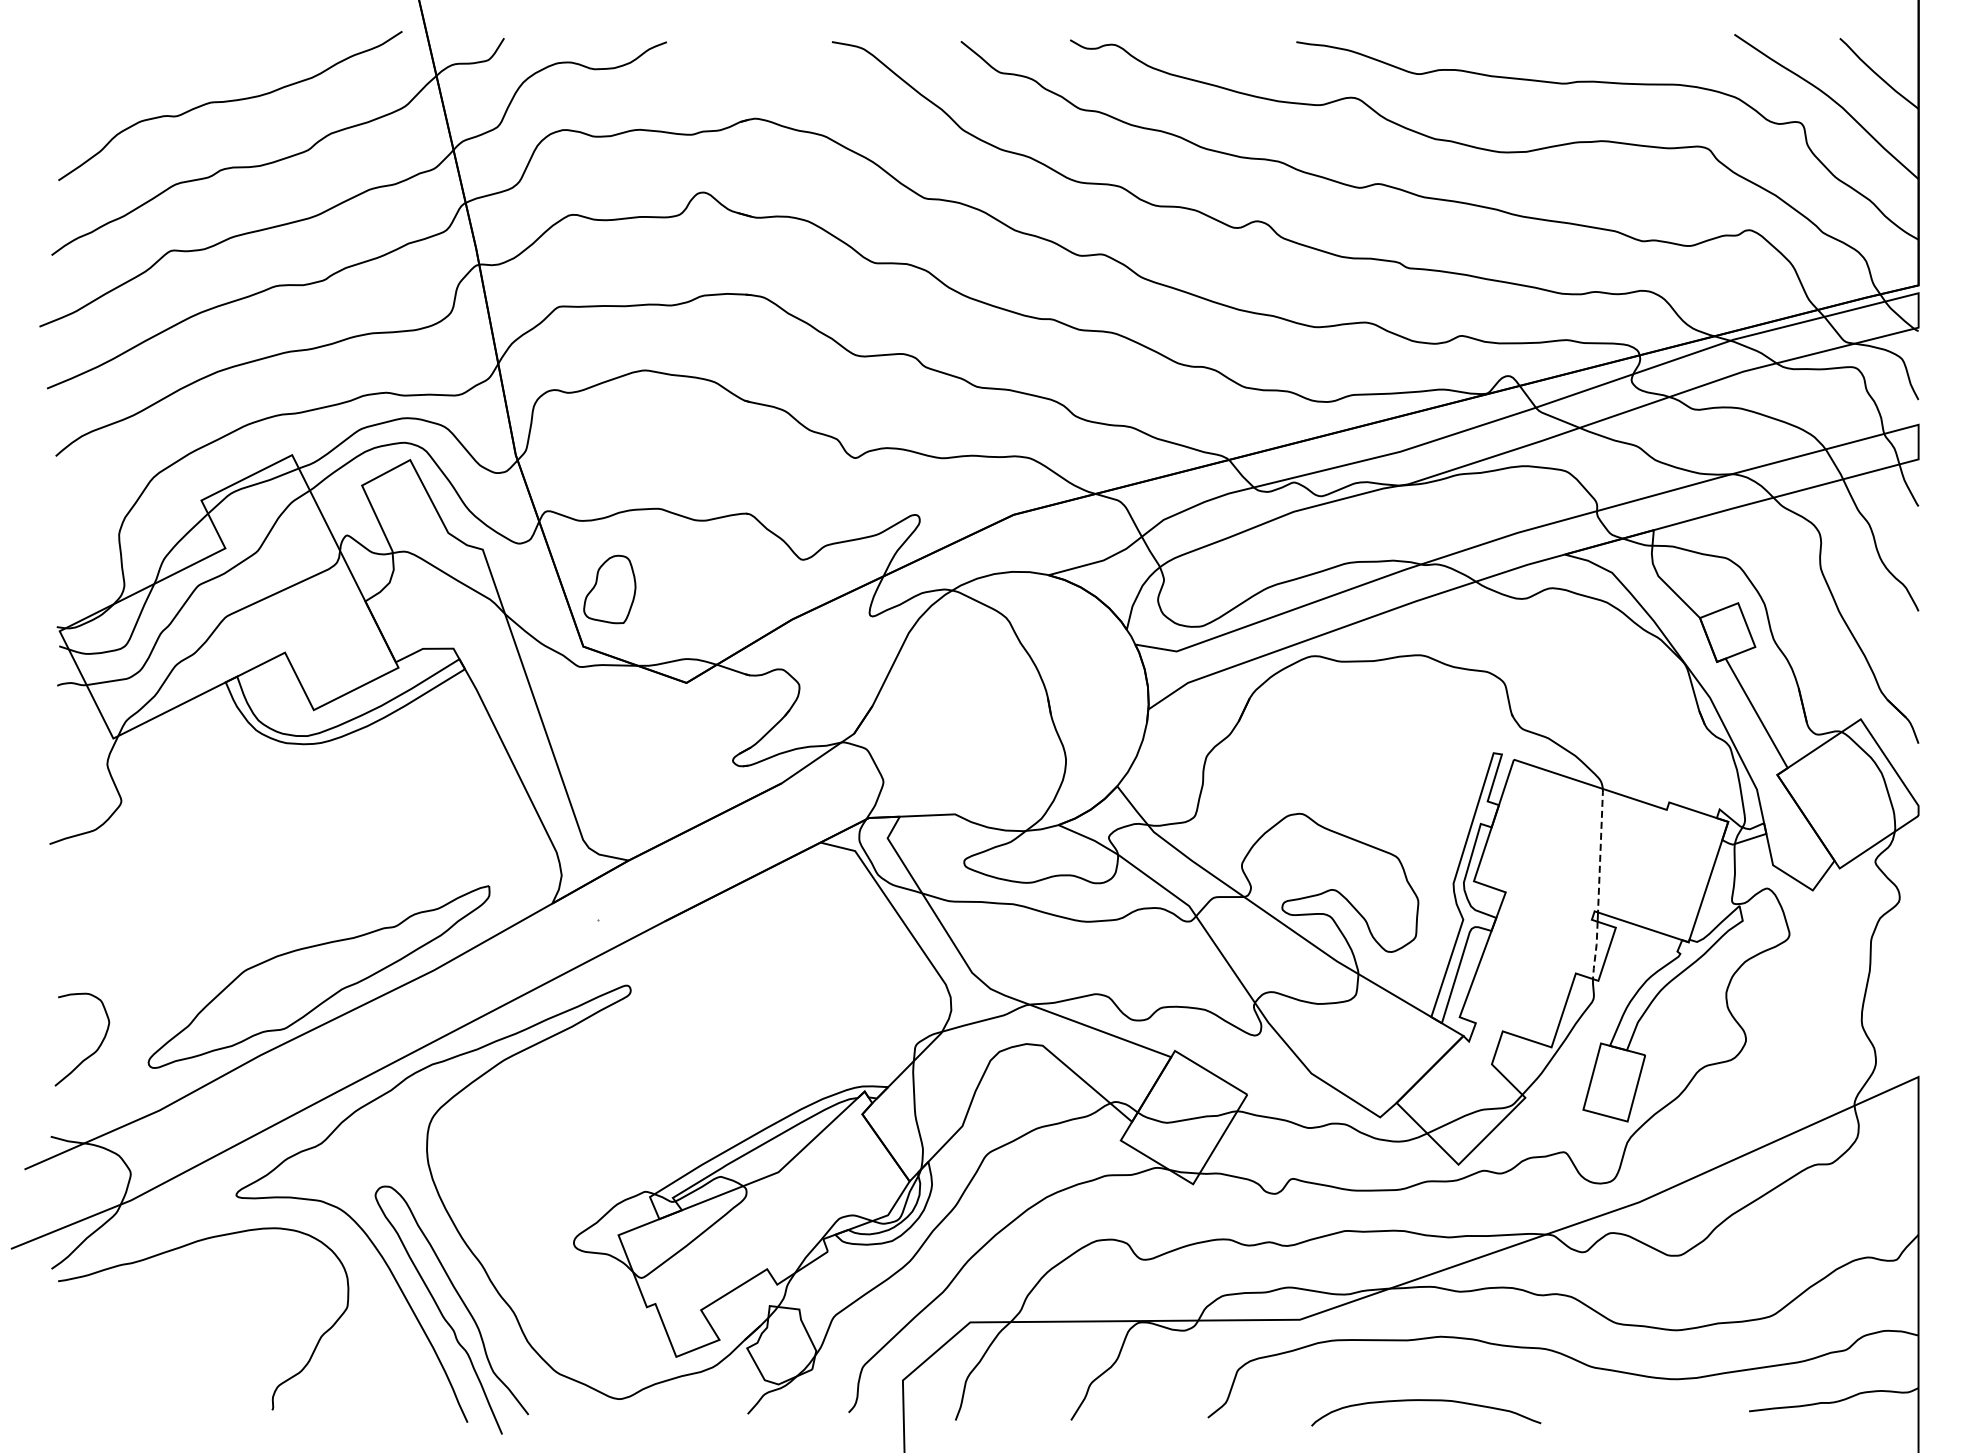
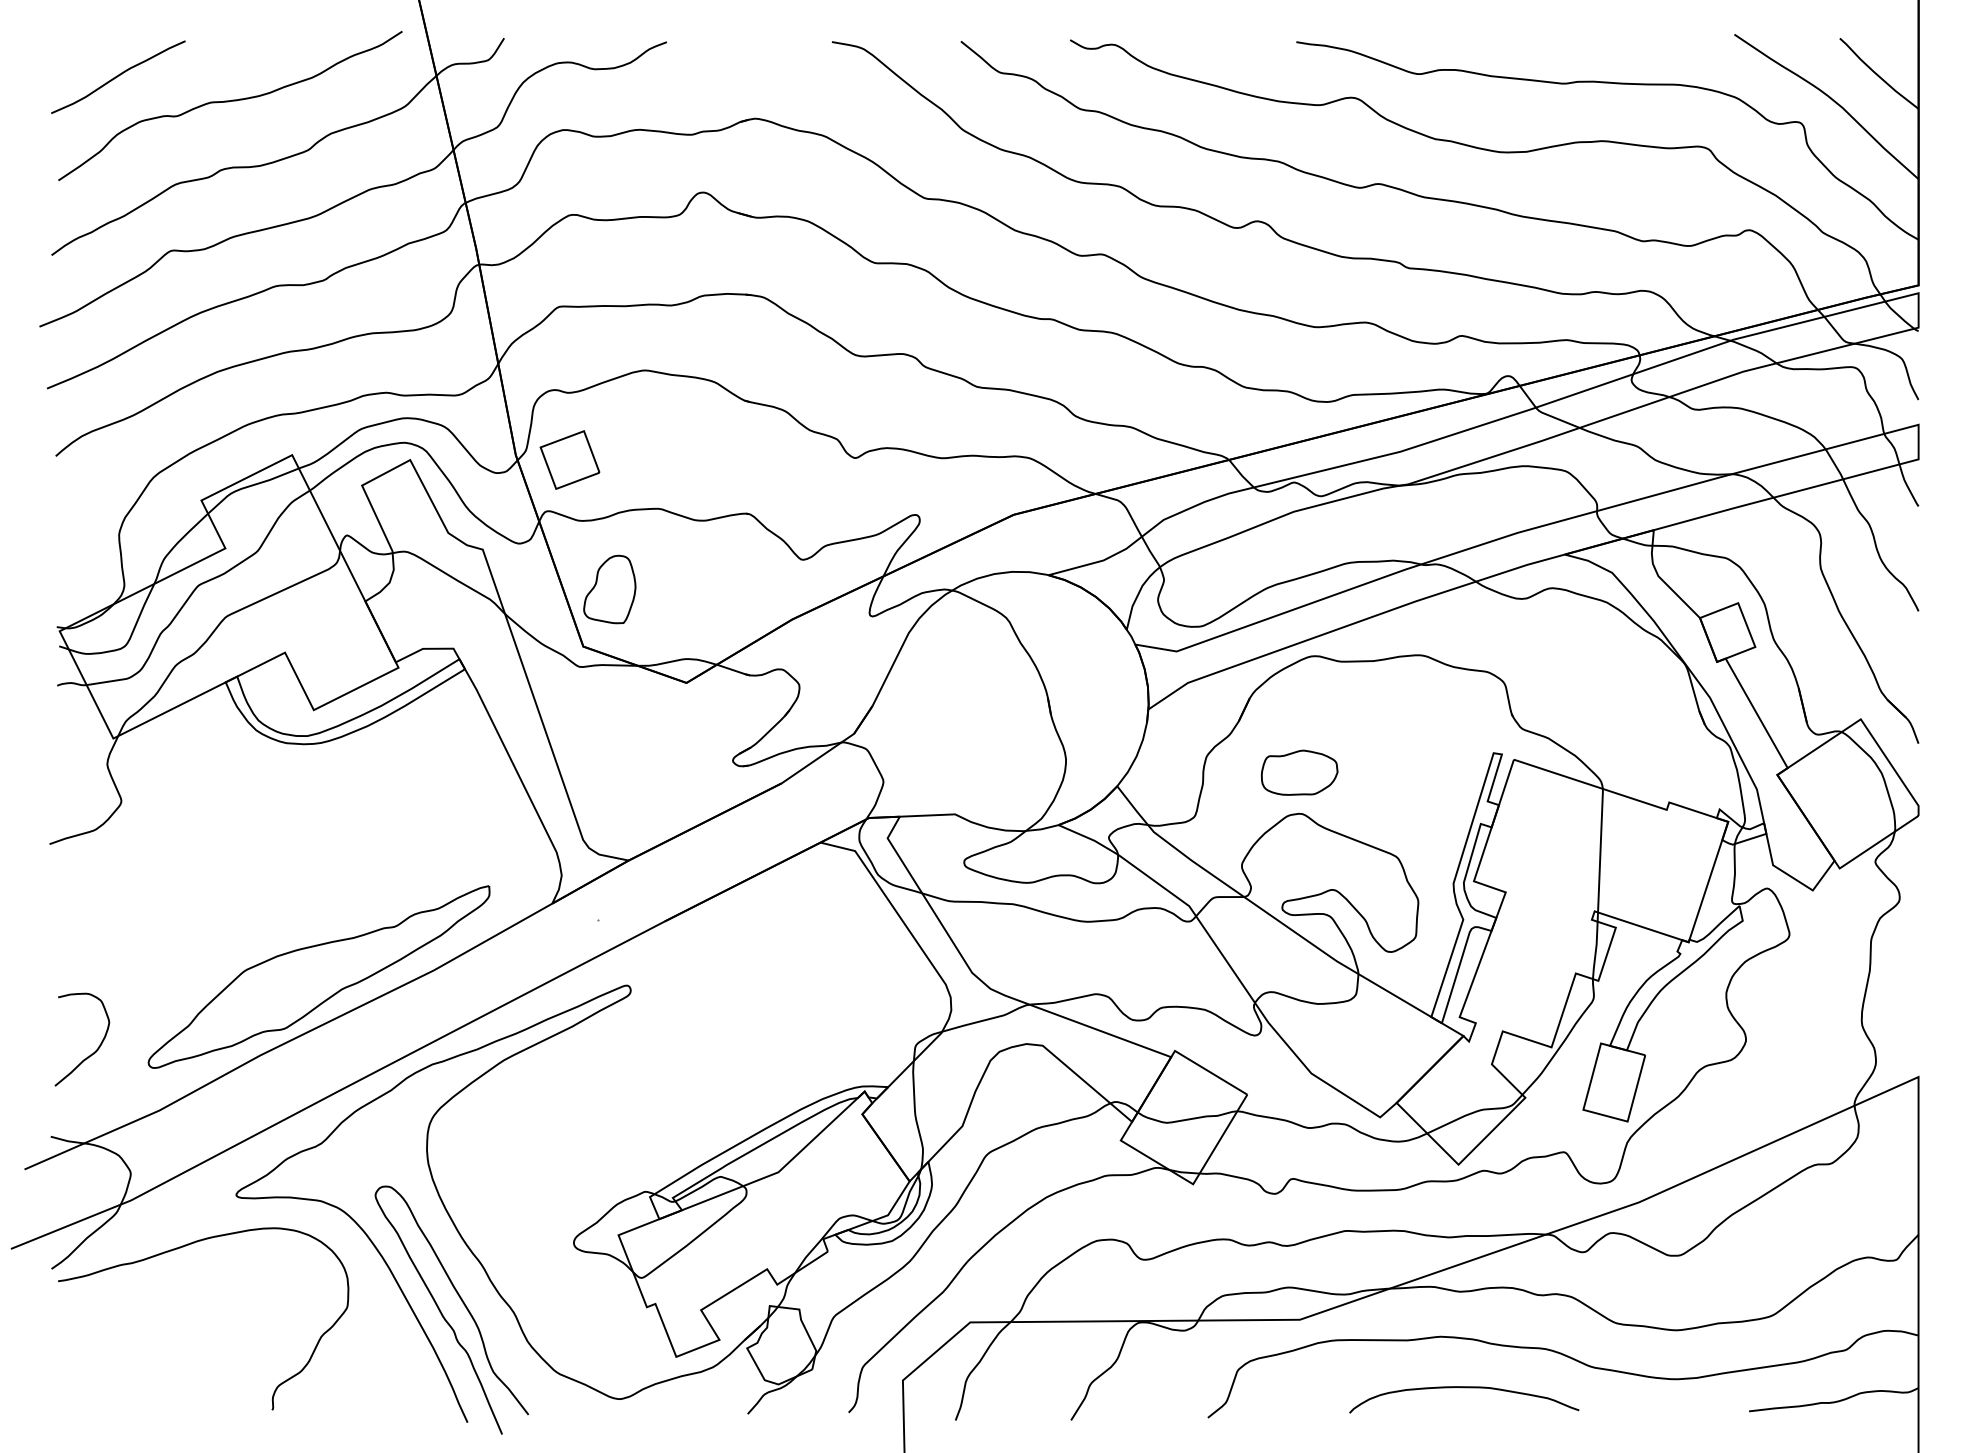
curve at (118, 76): none -> present
part at (569, 459): none -> present
part at (1299, 772): none -> present
line at (1600, 849): dashed -> solid
line at (1595, 951): dashed -> solid
curve at (1426, 1401) position: (1426, 1401) -> (1464, 1388)
